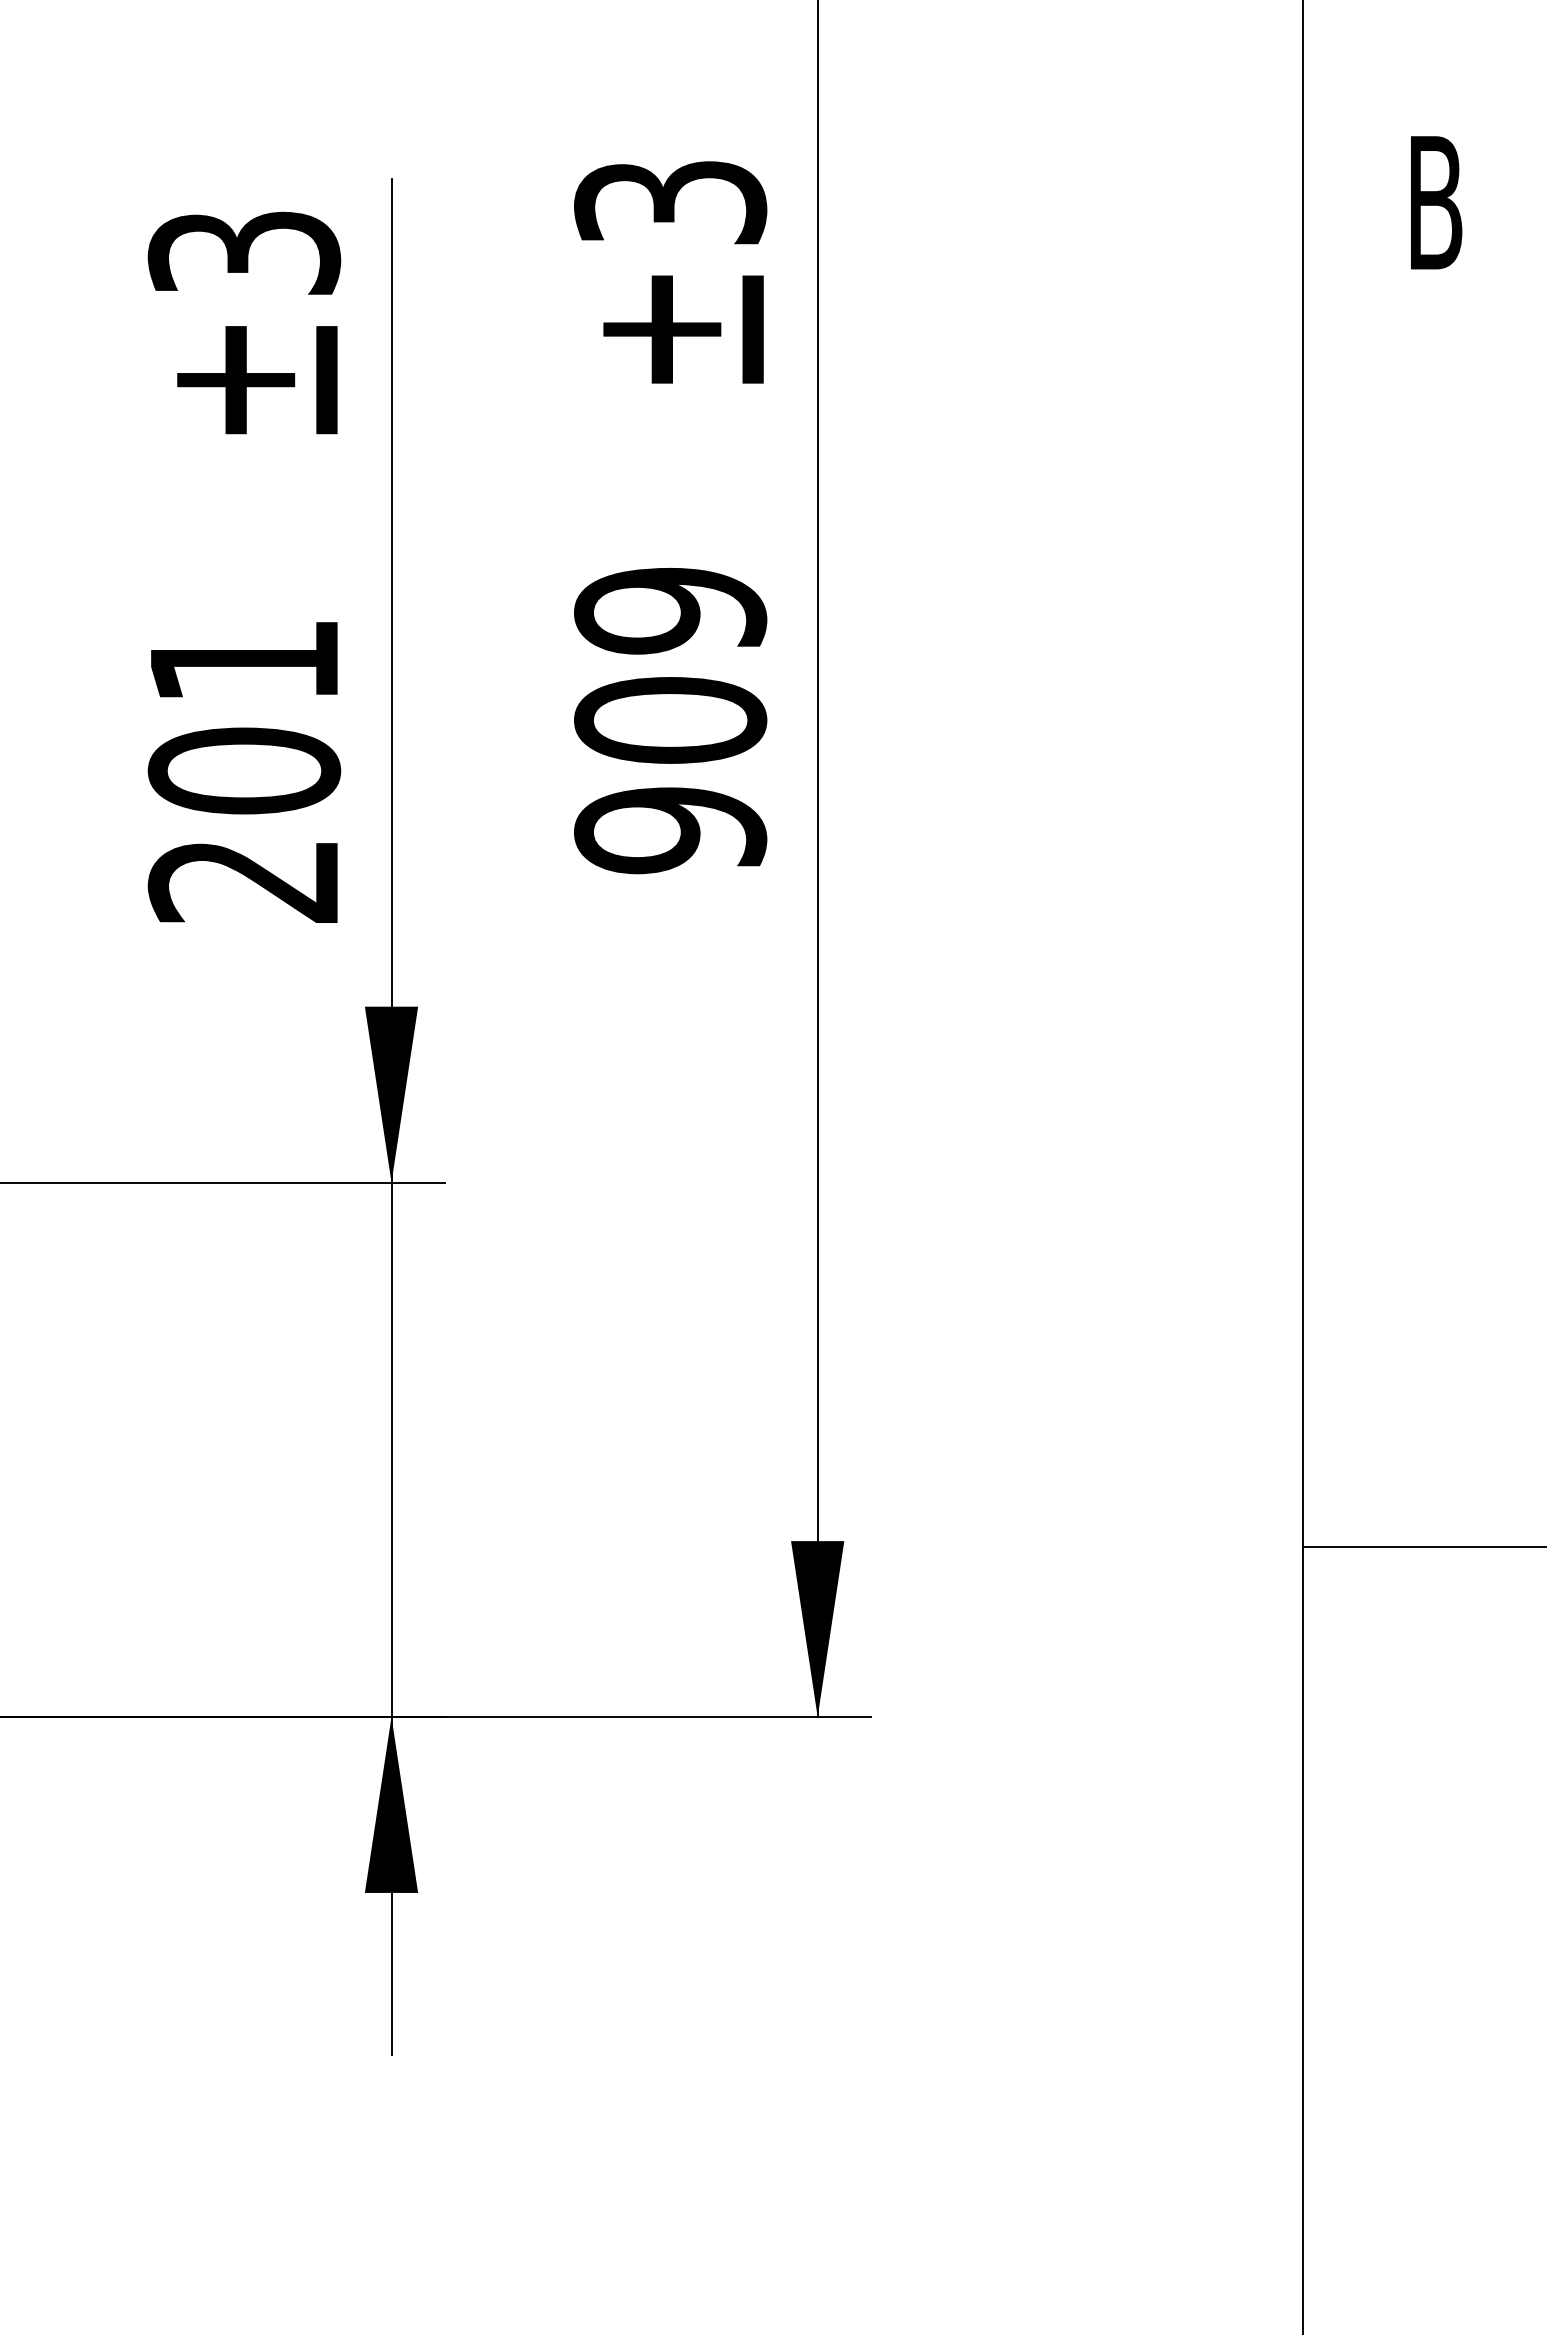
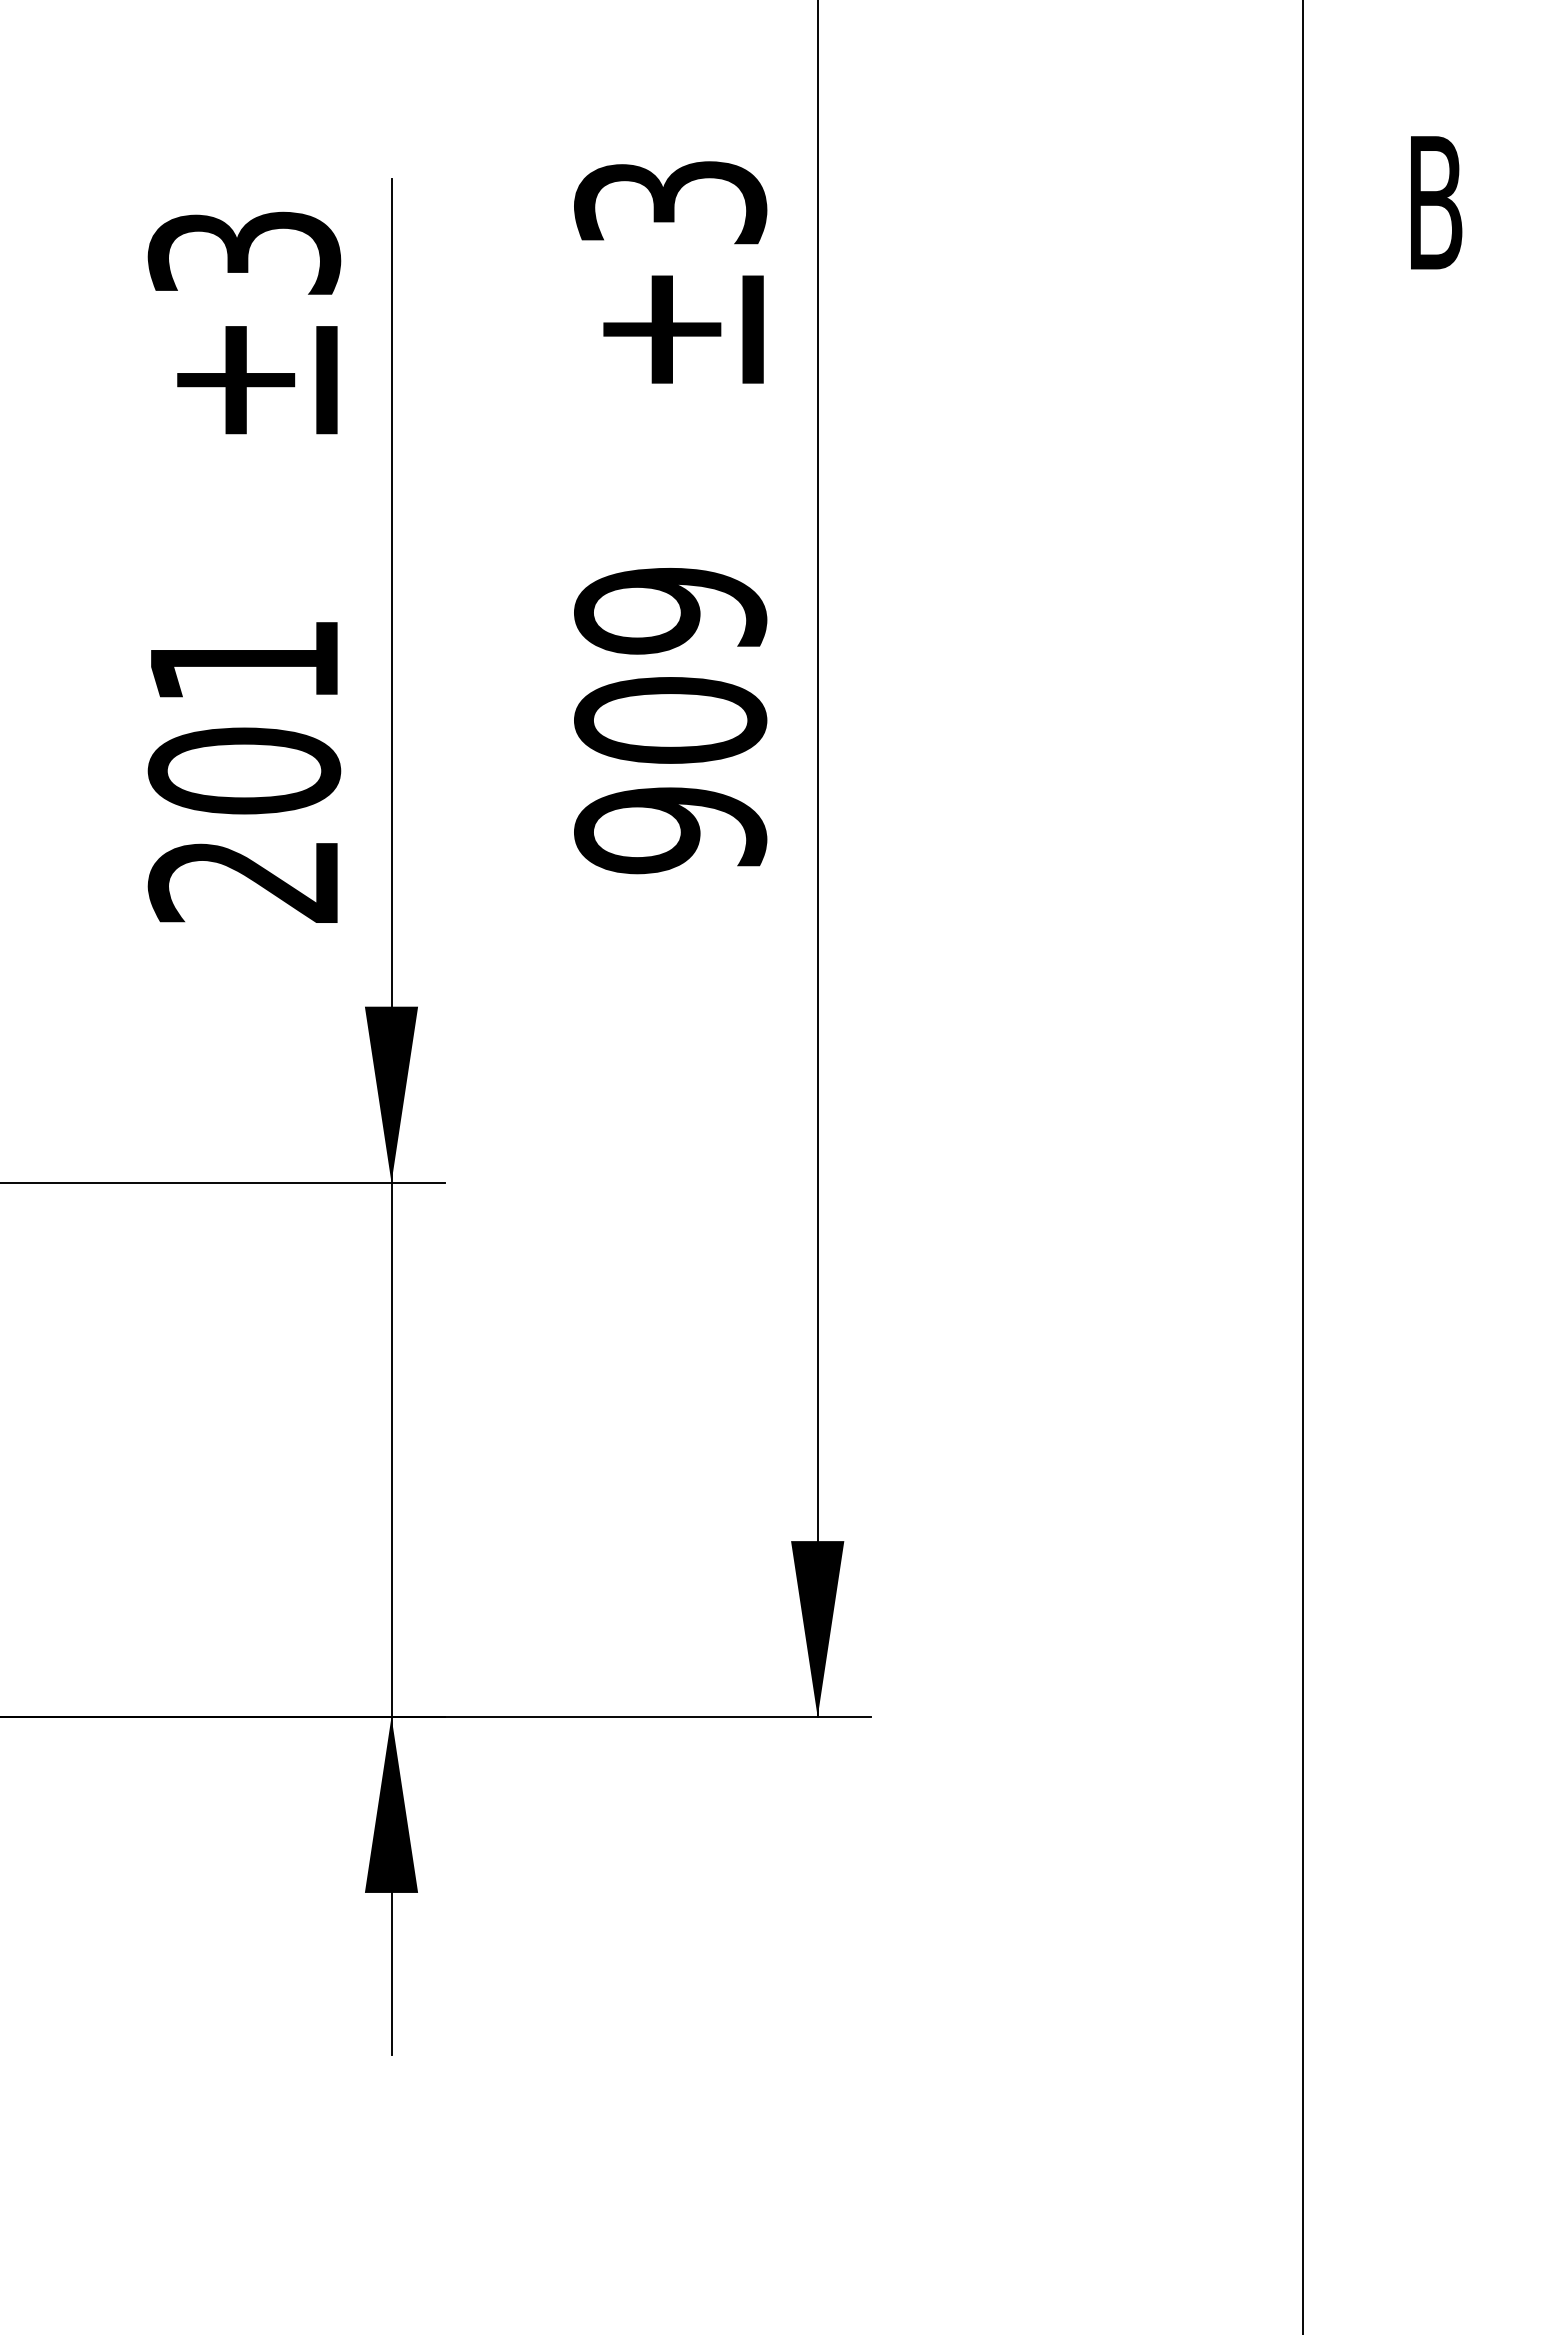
line at (1422, 1546): present -> none
